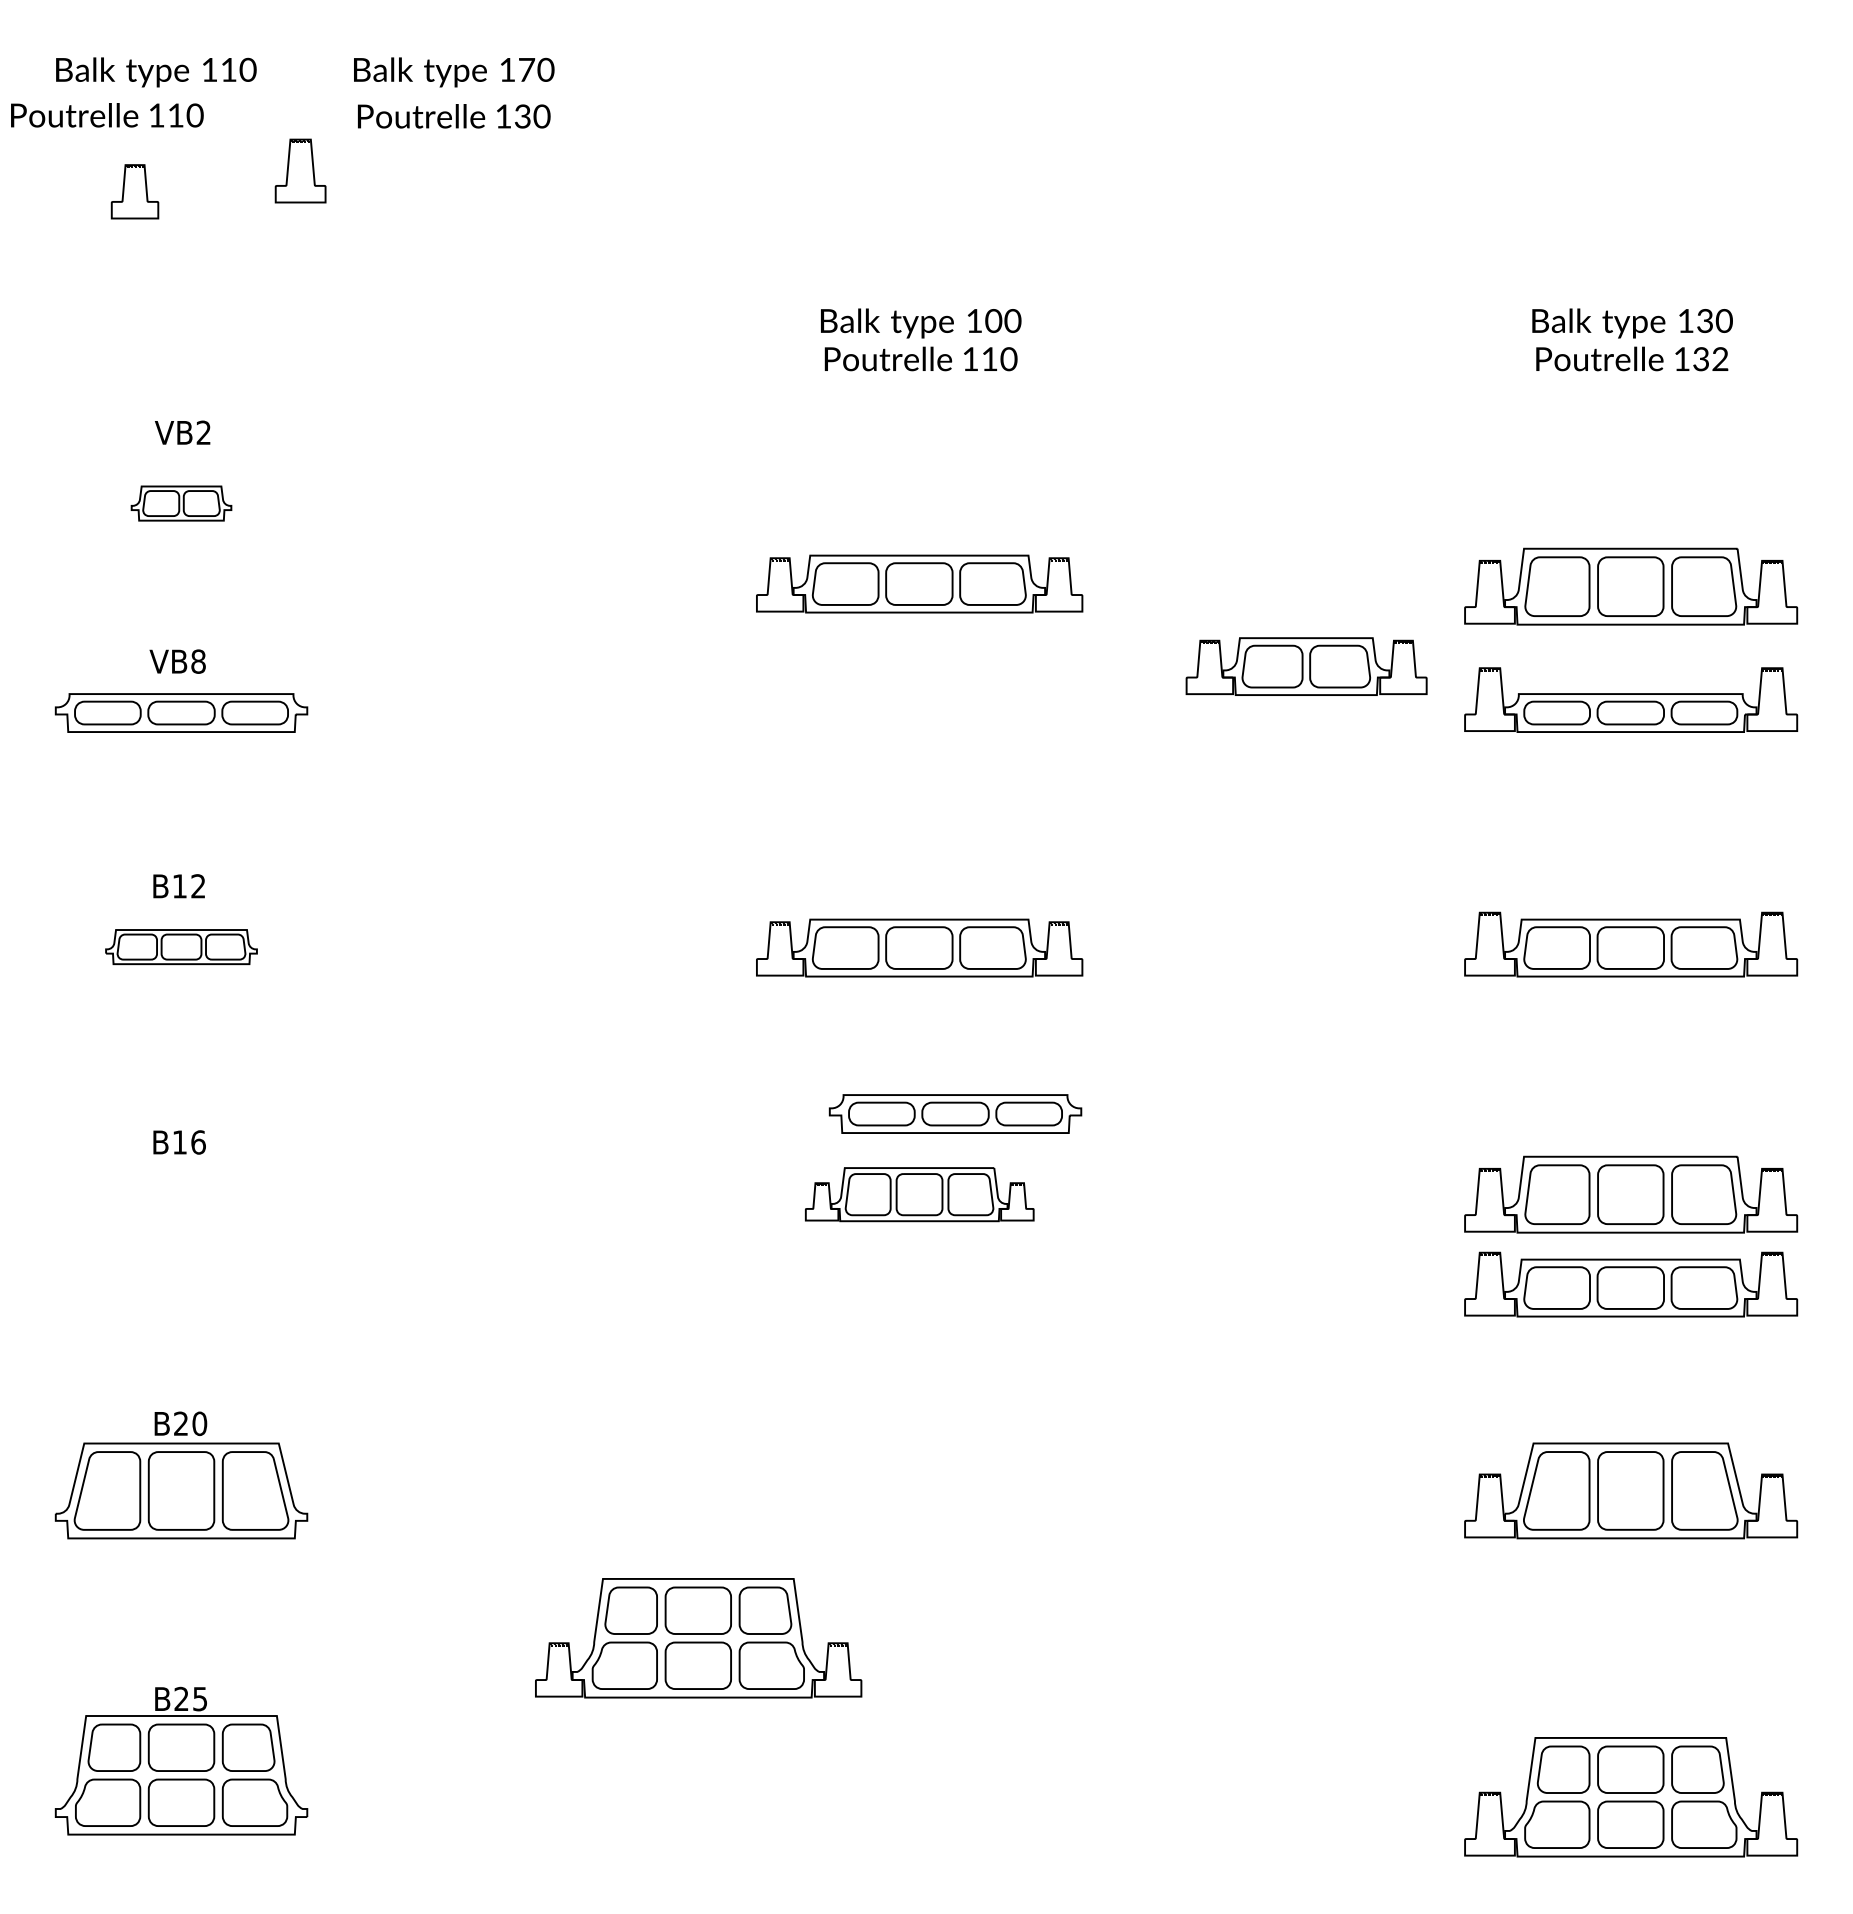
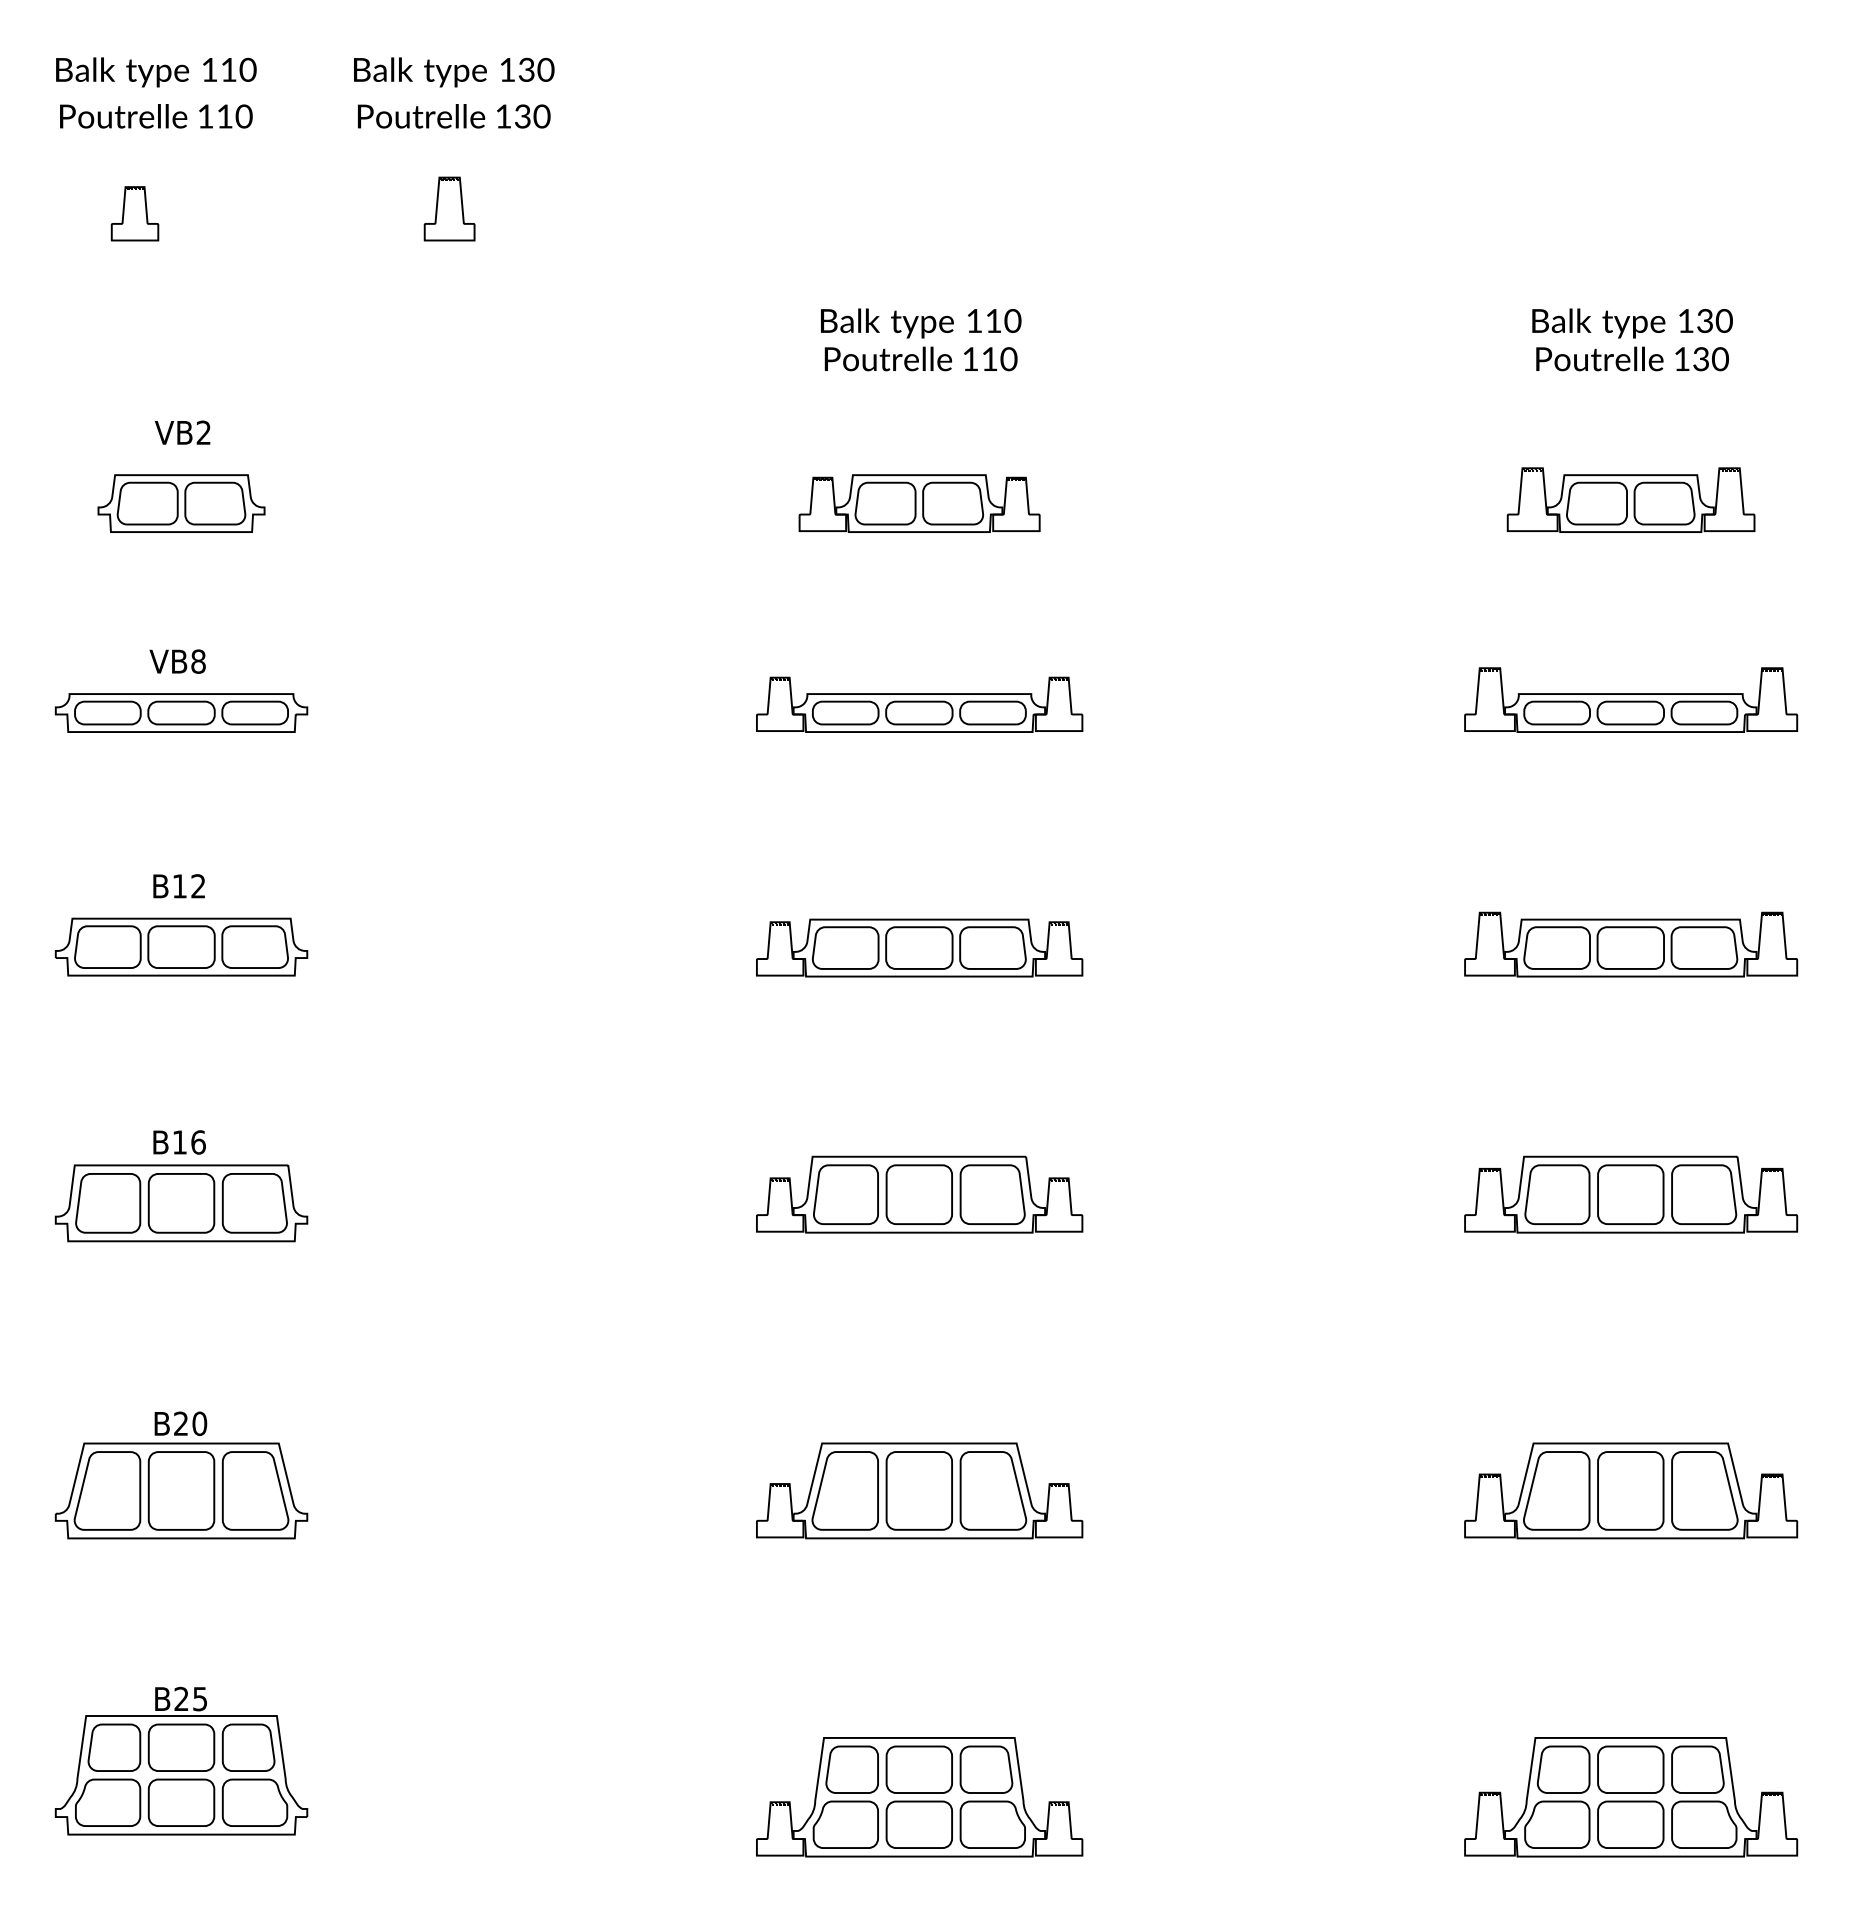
text at (526, 69): 170 -> 130
text at (107, 115) position: (107, 115) -> (156, 116)
part at (300, 170) position: (300, 170) -> (449, 208)
part at (134, 191) position: (134, 191) -> (134, 213)
text at (993, 320): 100 -> 110
text at (1720, 359): 132 -> 130
part at (1630, 499): none -> present
part at (181, 503) size: 103x37 px -> 169x59 px
part at (919, 583): present -> none
part at (1631, 586): present -> none
part at (1306, 666) position: (1306, 666) -> (919, 503)
part at (919, 704): none -> present
part at (181, 947) size: 153x37 px -> 255x60 px
part at (955, 1113): present -> none
part at (919, 1194) size: 230x56 px -> 328x79 px
part at (181, 1203): none -> present
part at (1631, 1284): present -> none
part at (919, 1490): none -> present
part at (698, 1638) position: (698, 1638) -> (919, 1797)
